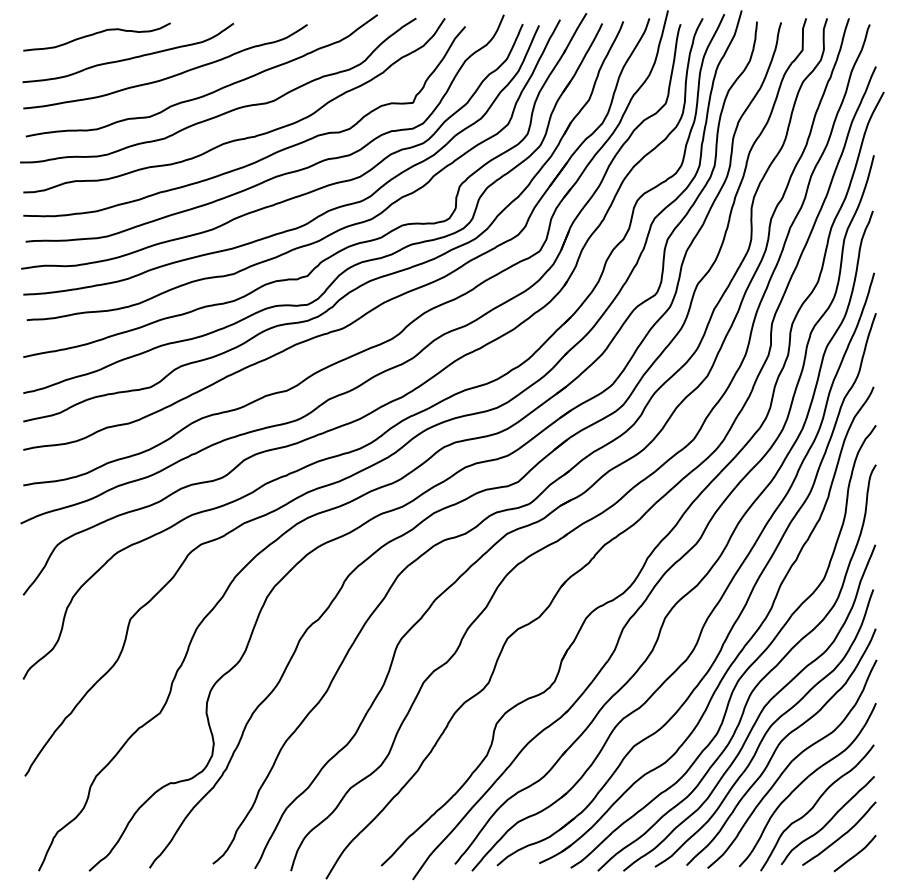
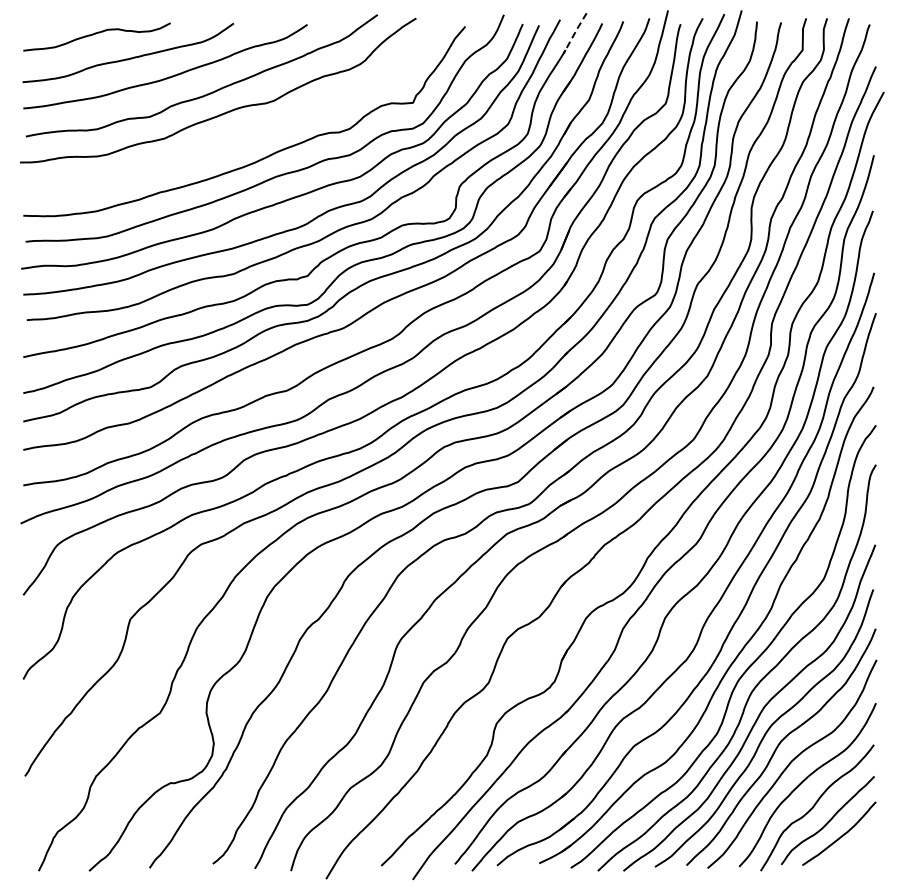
line at (574, 33): solid -> dashed
curve at (238, 138): present -> none
curve at (855, 854): present -> none
